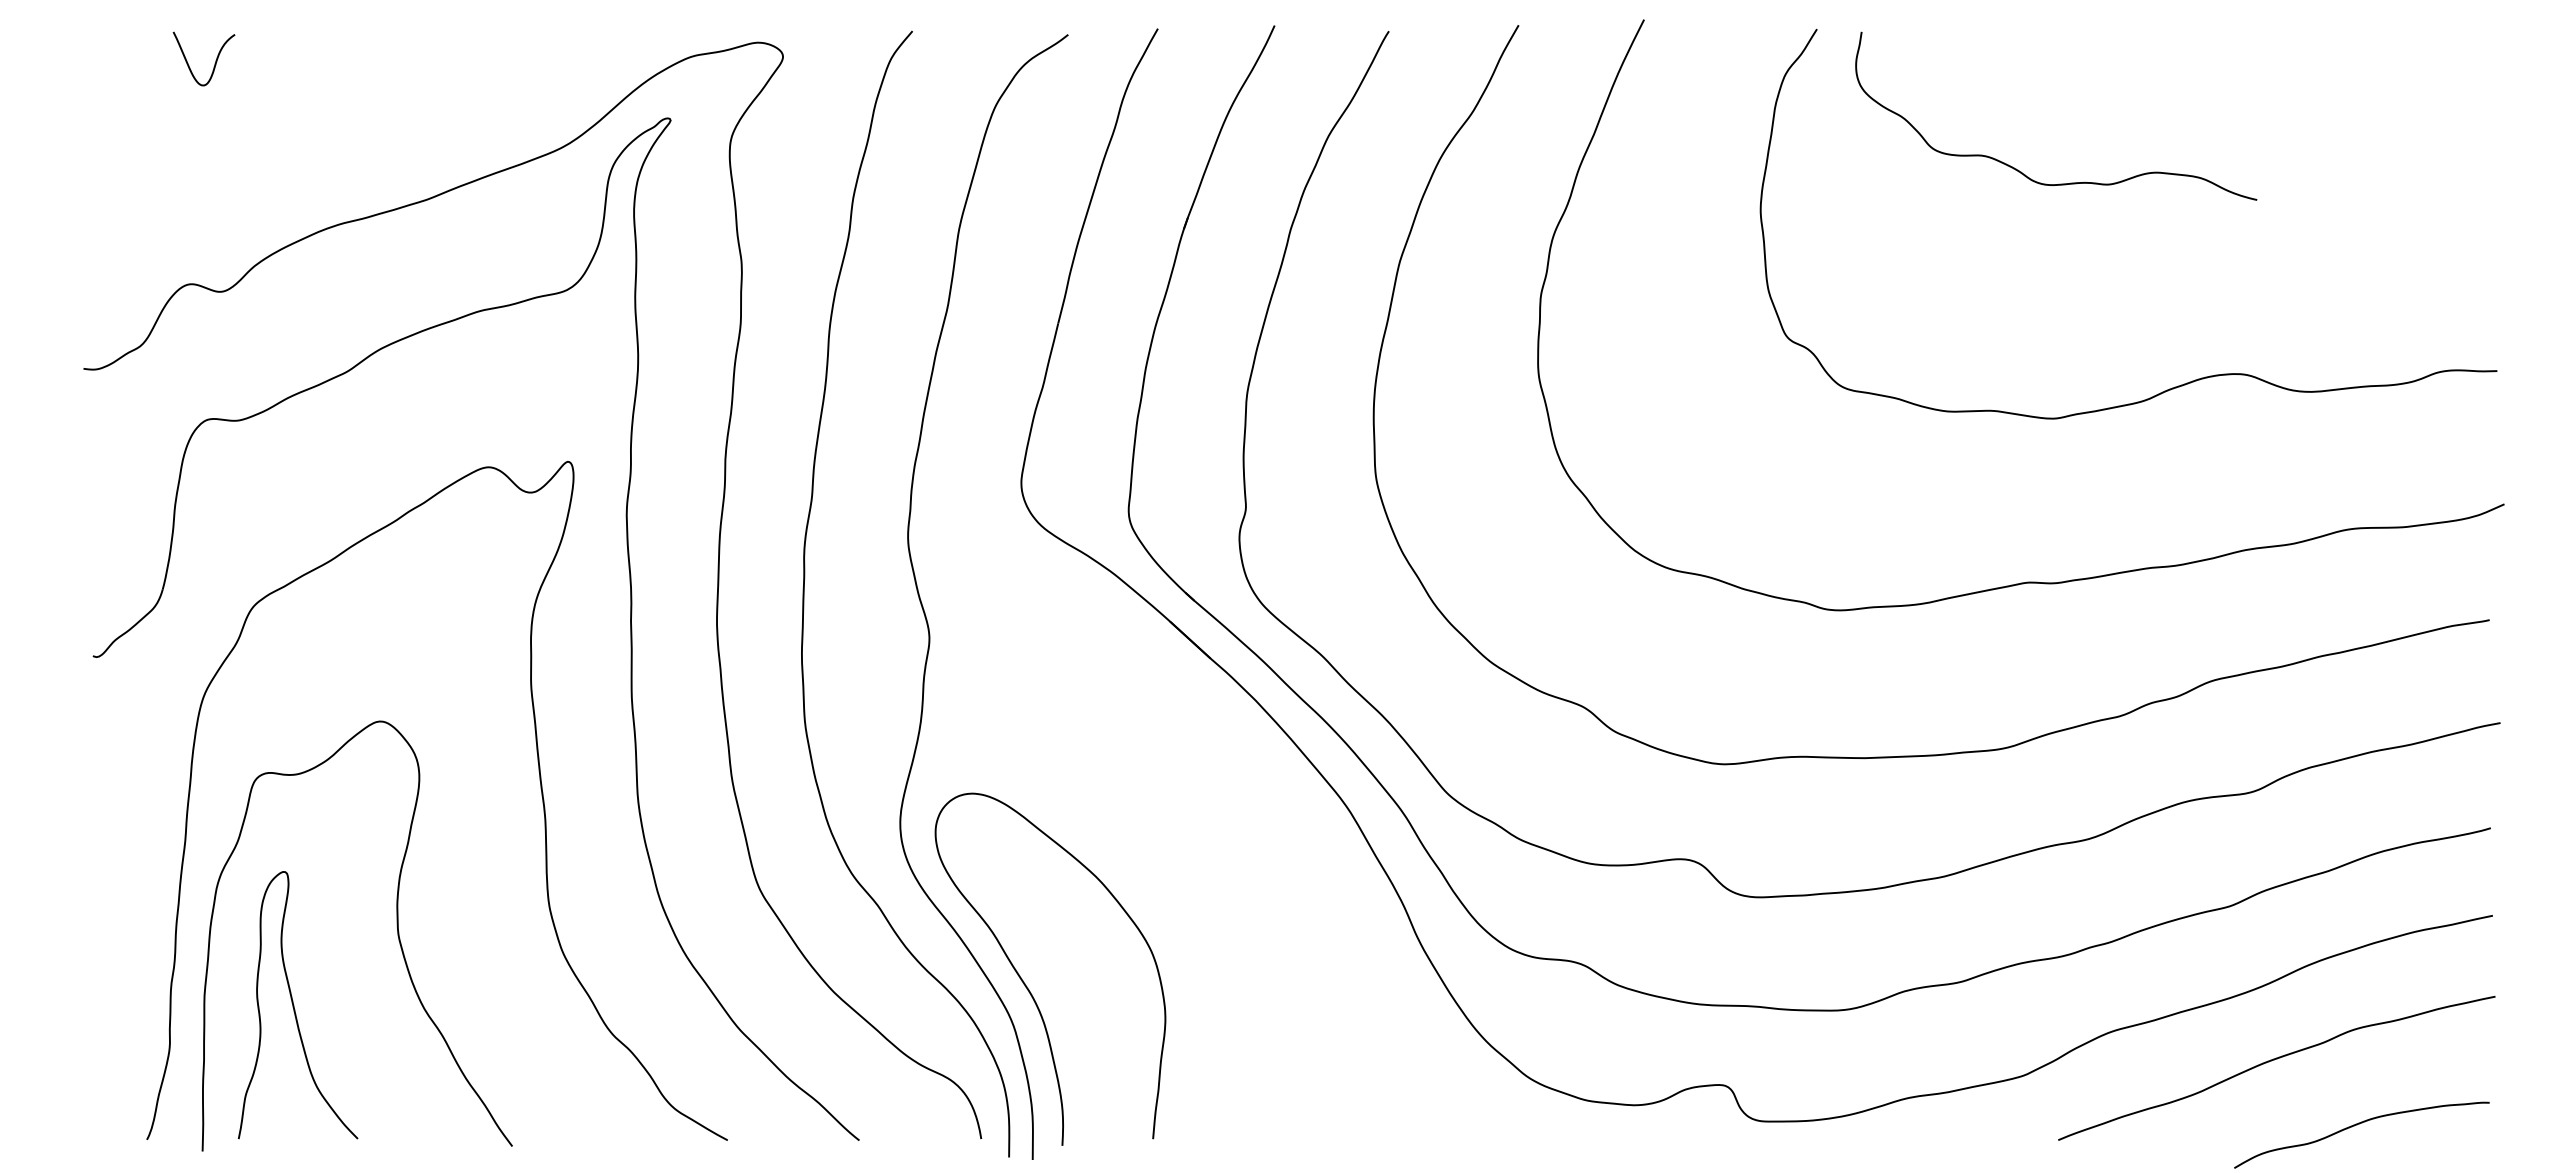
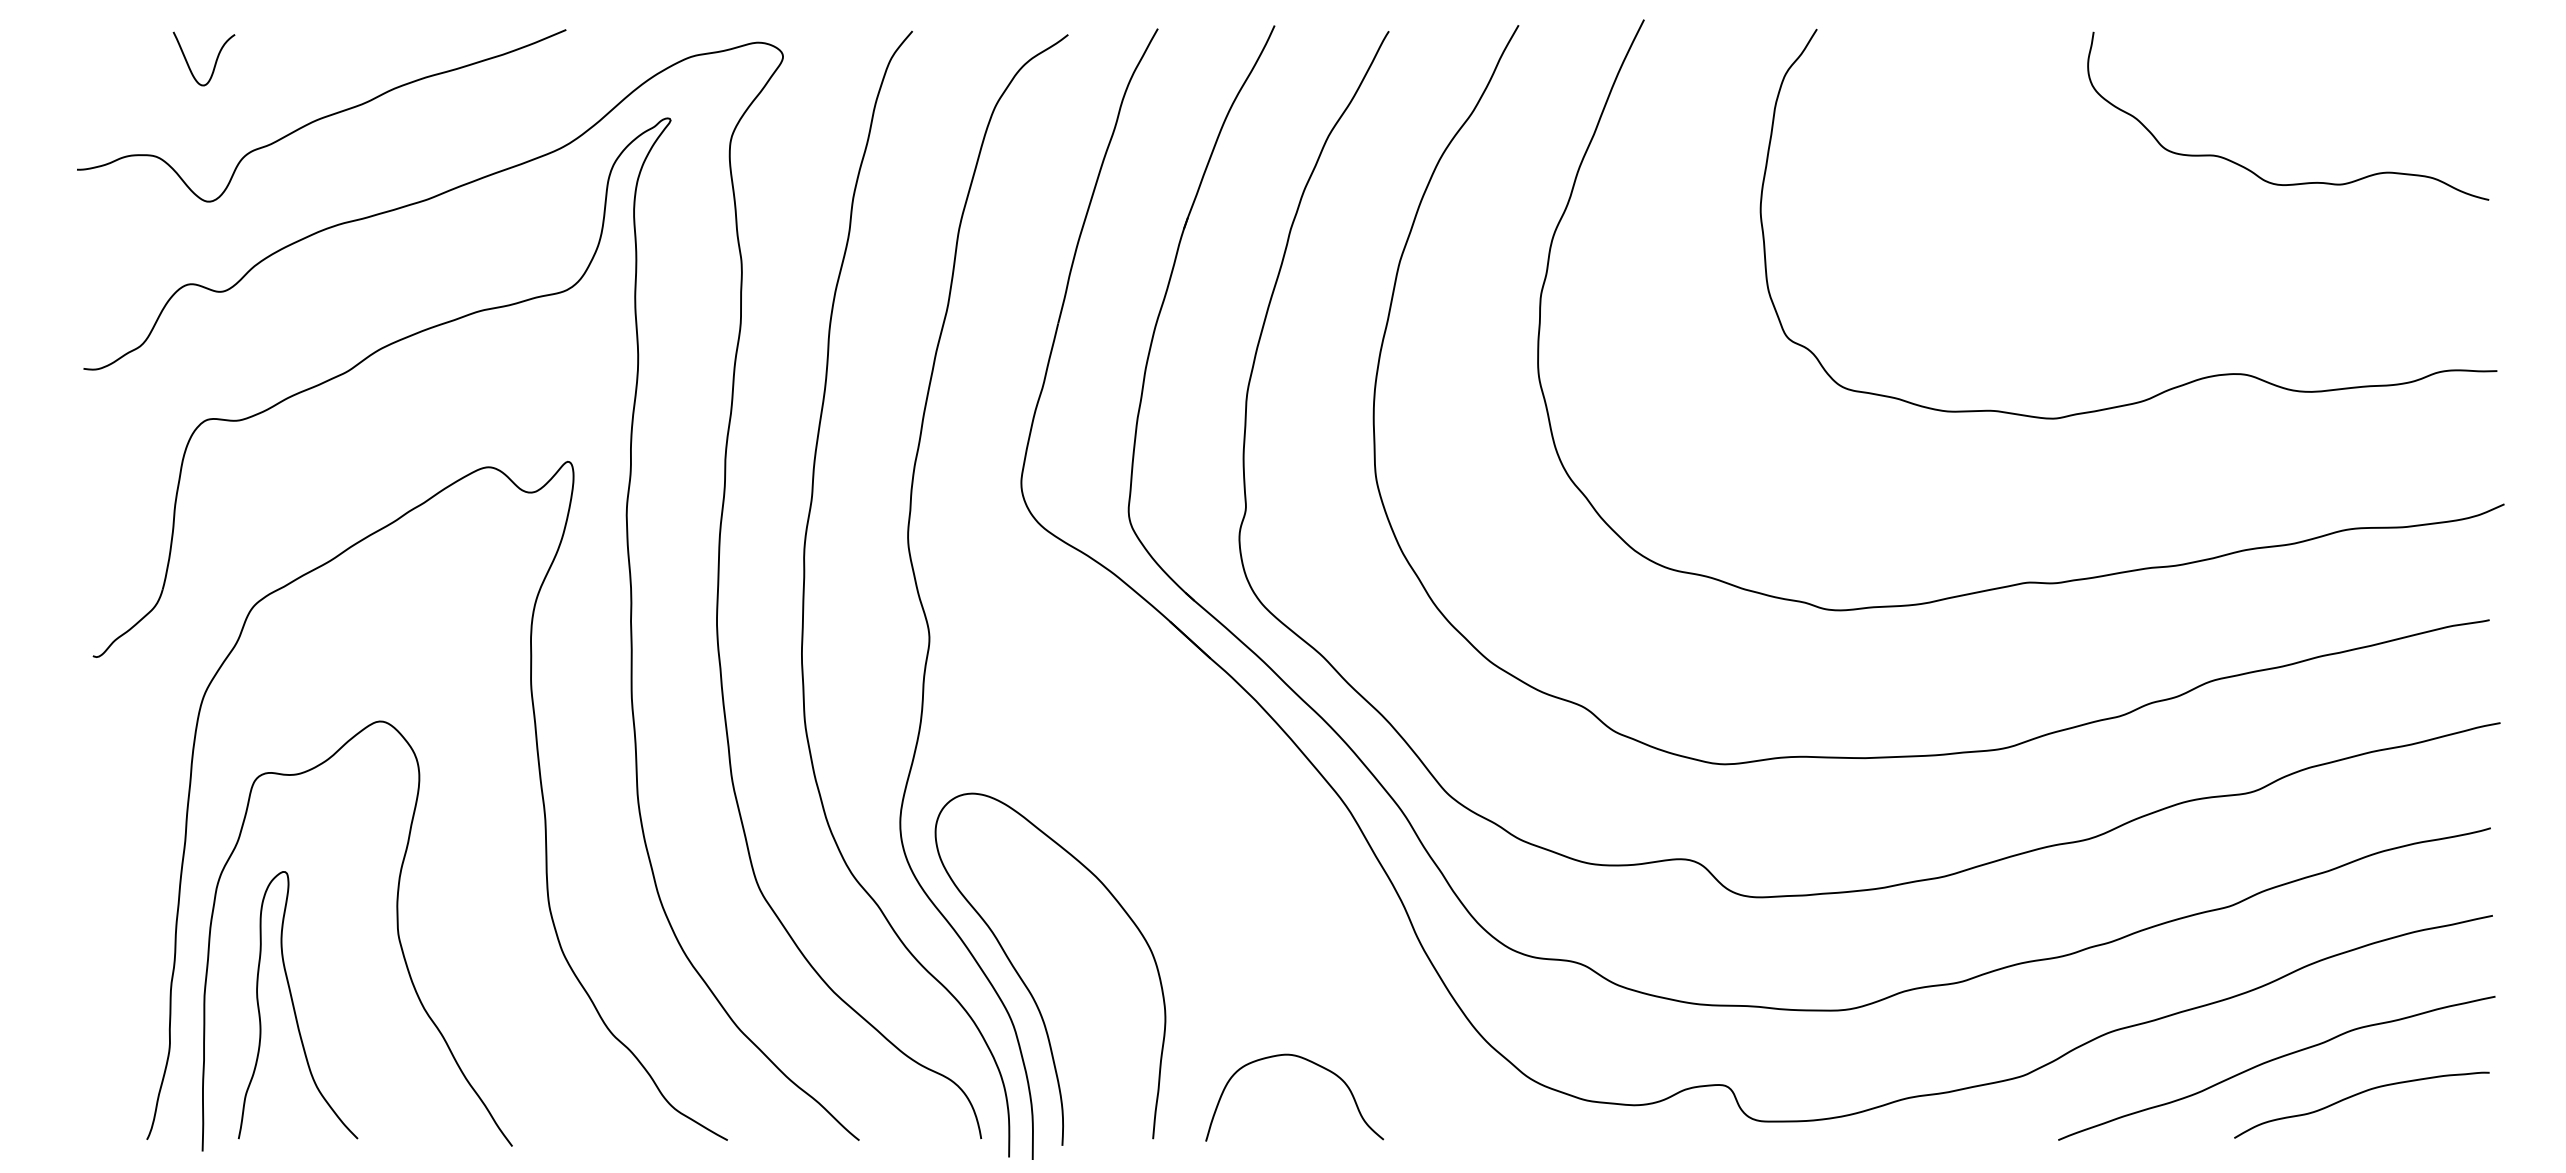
curve at (321, 117): none -> present
curve at (2021, 171) position: (2021, 171) -> (2253, 171)
curve at (1312, 1063): none -> present
curve at (2357, 1125) position: (2357, 1125) -> (2357, 1095)
